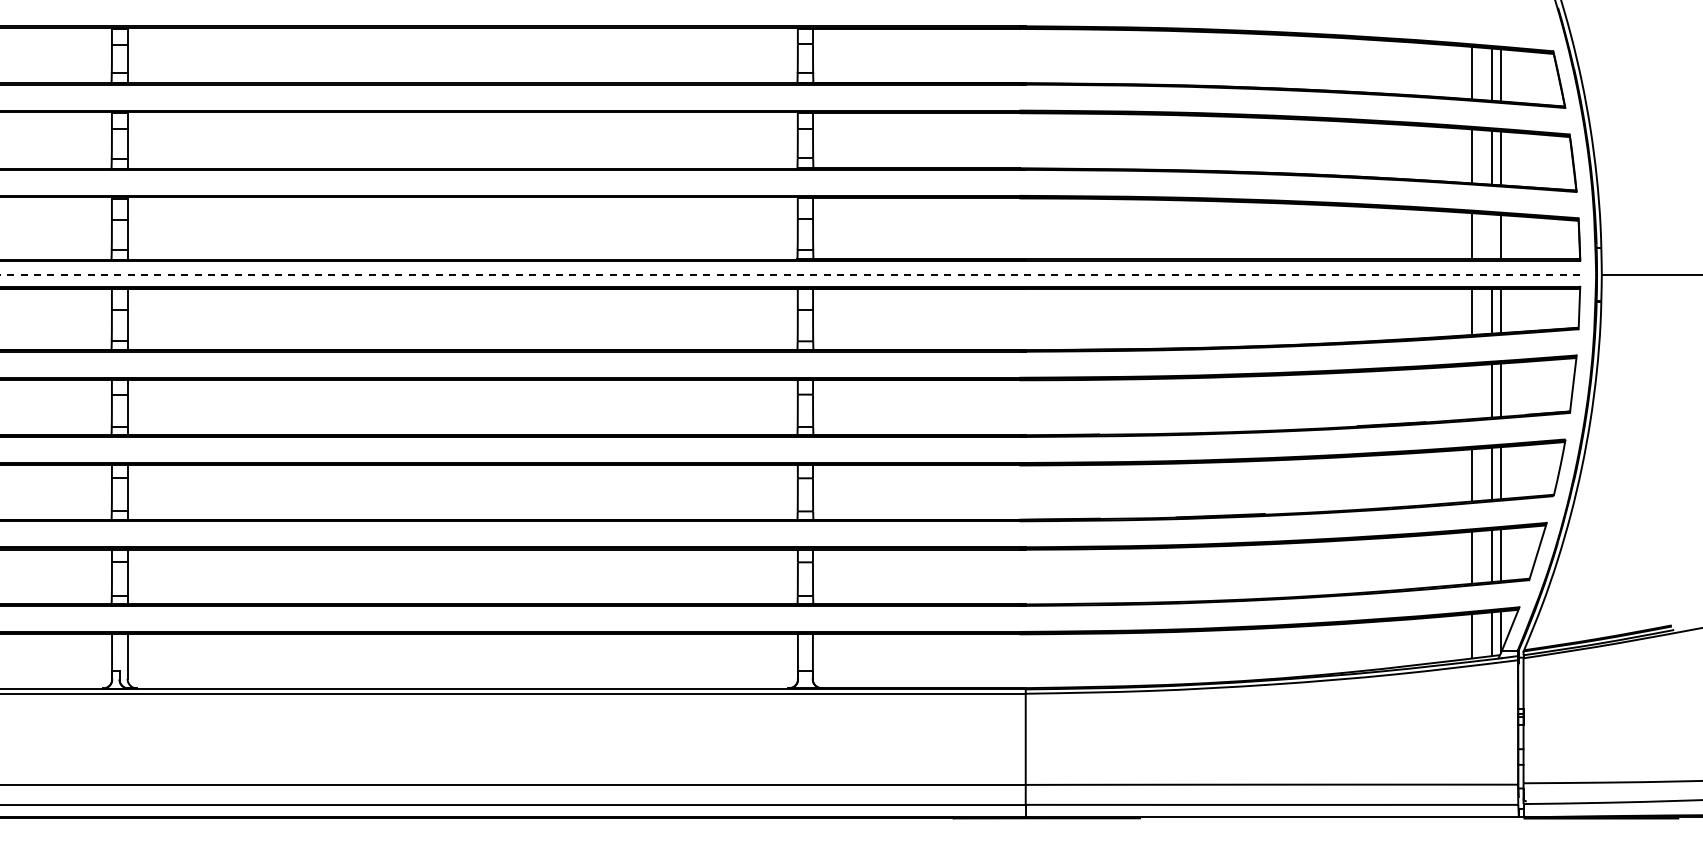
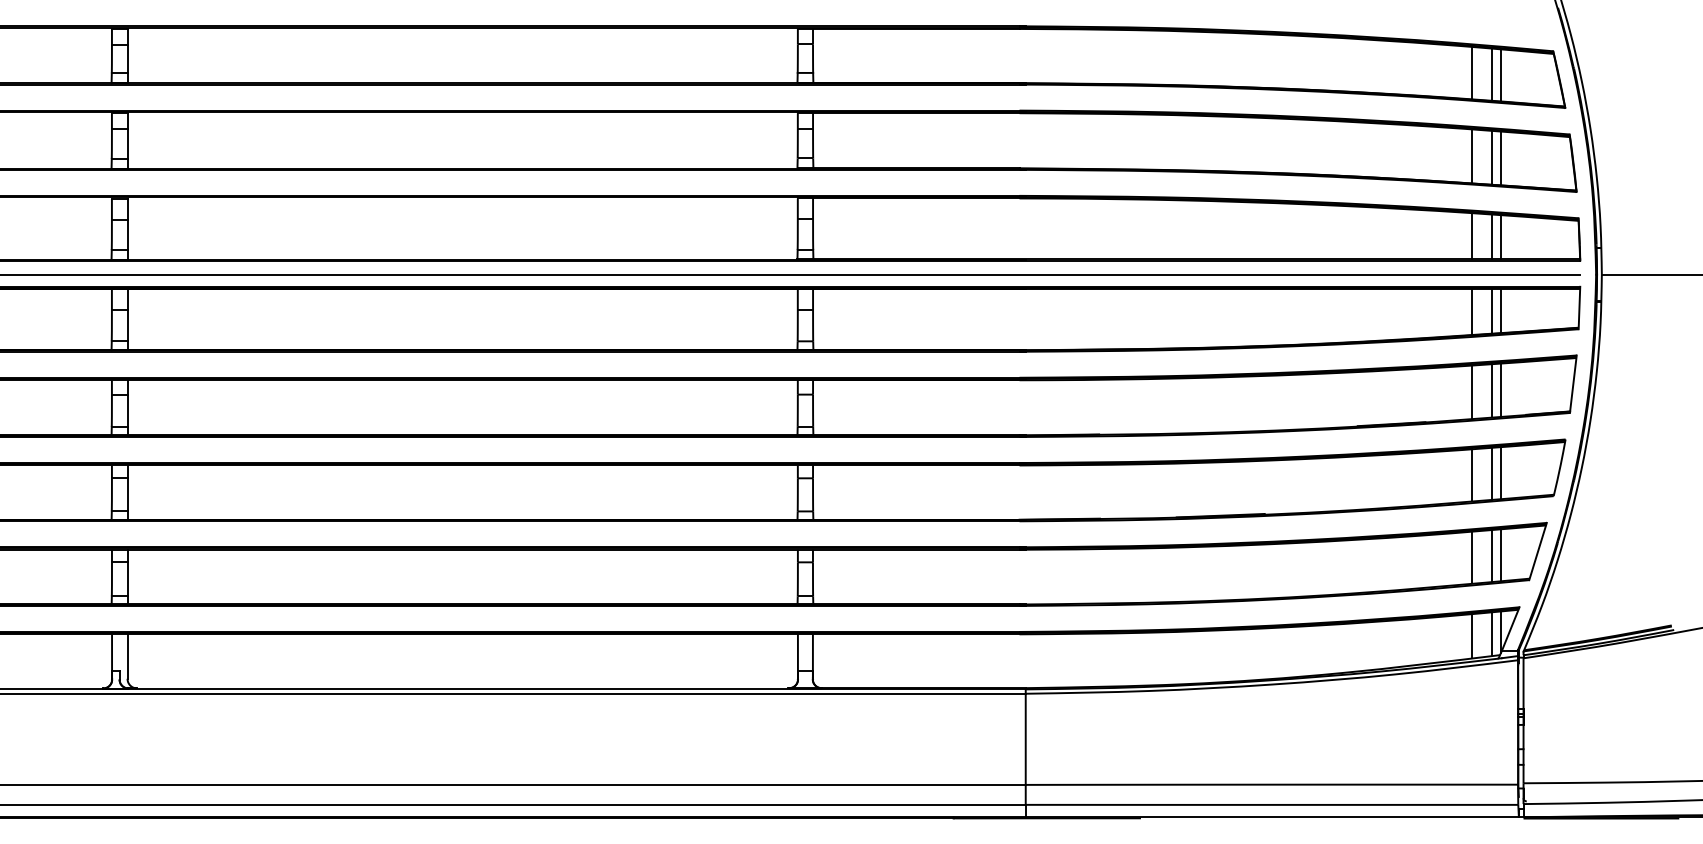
line at (1491, 236): none -> present
line at (790, 274): dashed -> solid
line at (1472, 391): none -> present
